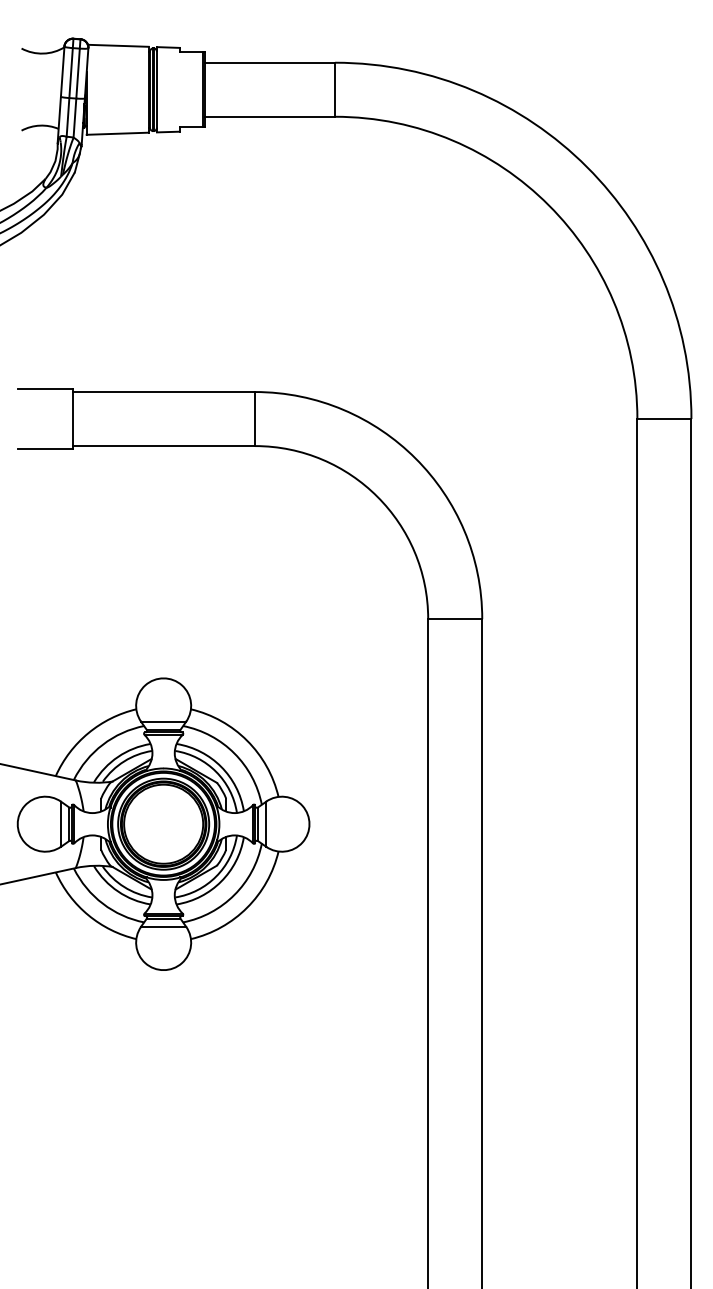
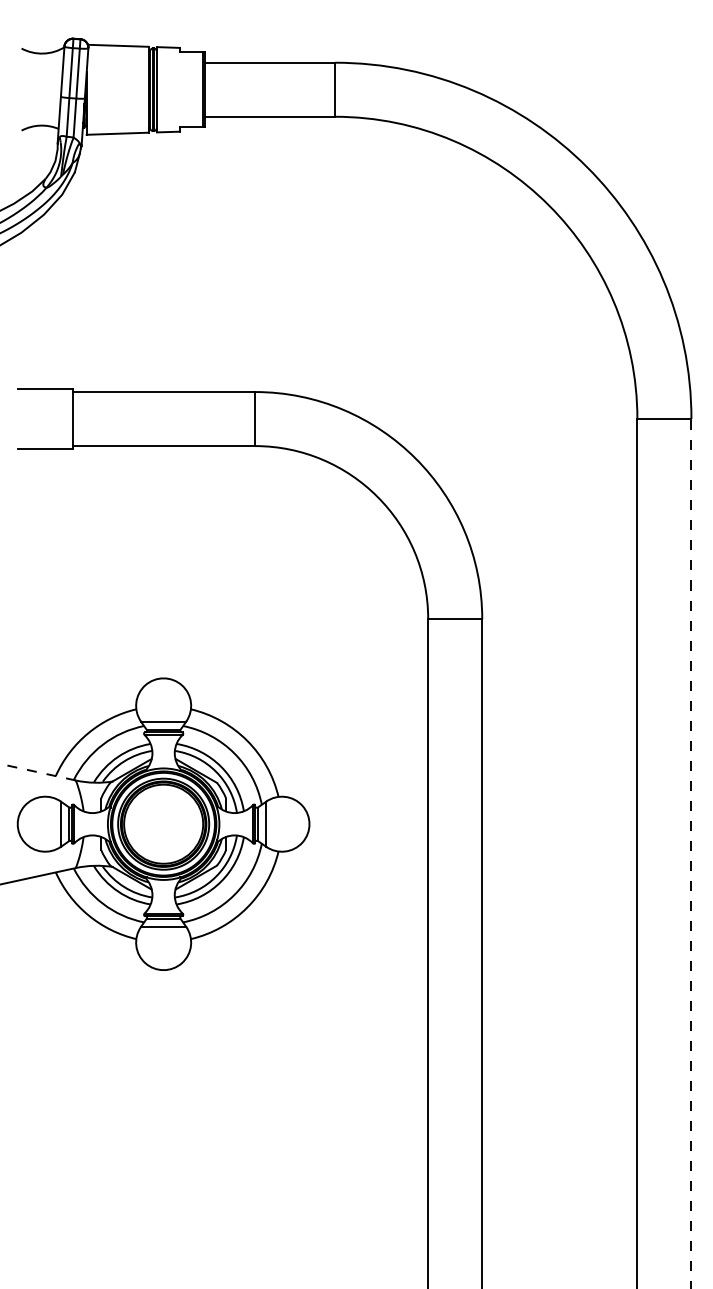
line at (37, 772): solid -> dashed
line at (691, 853): solid -> dashed
